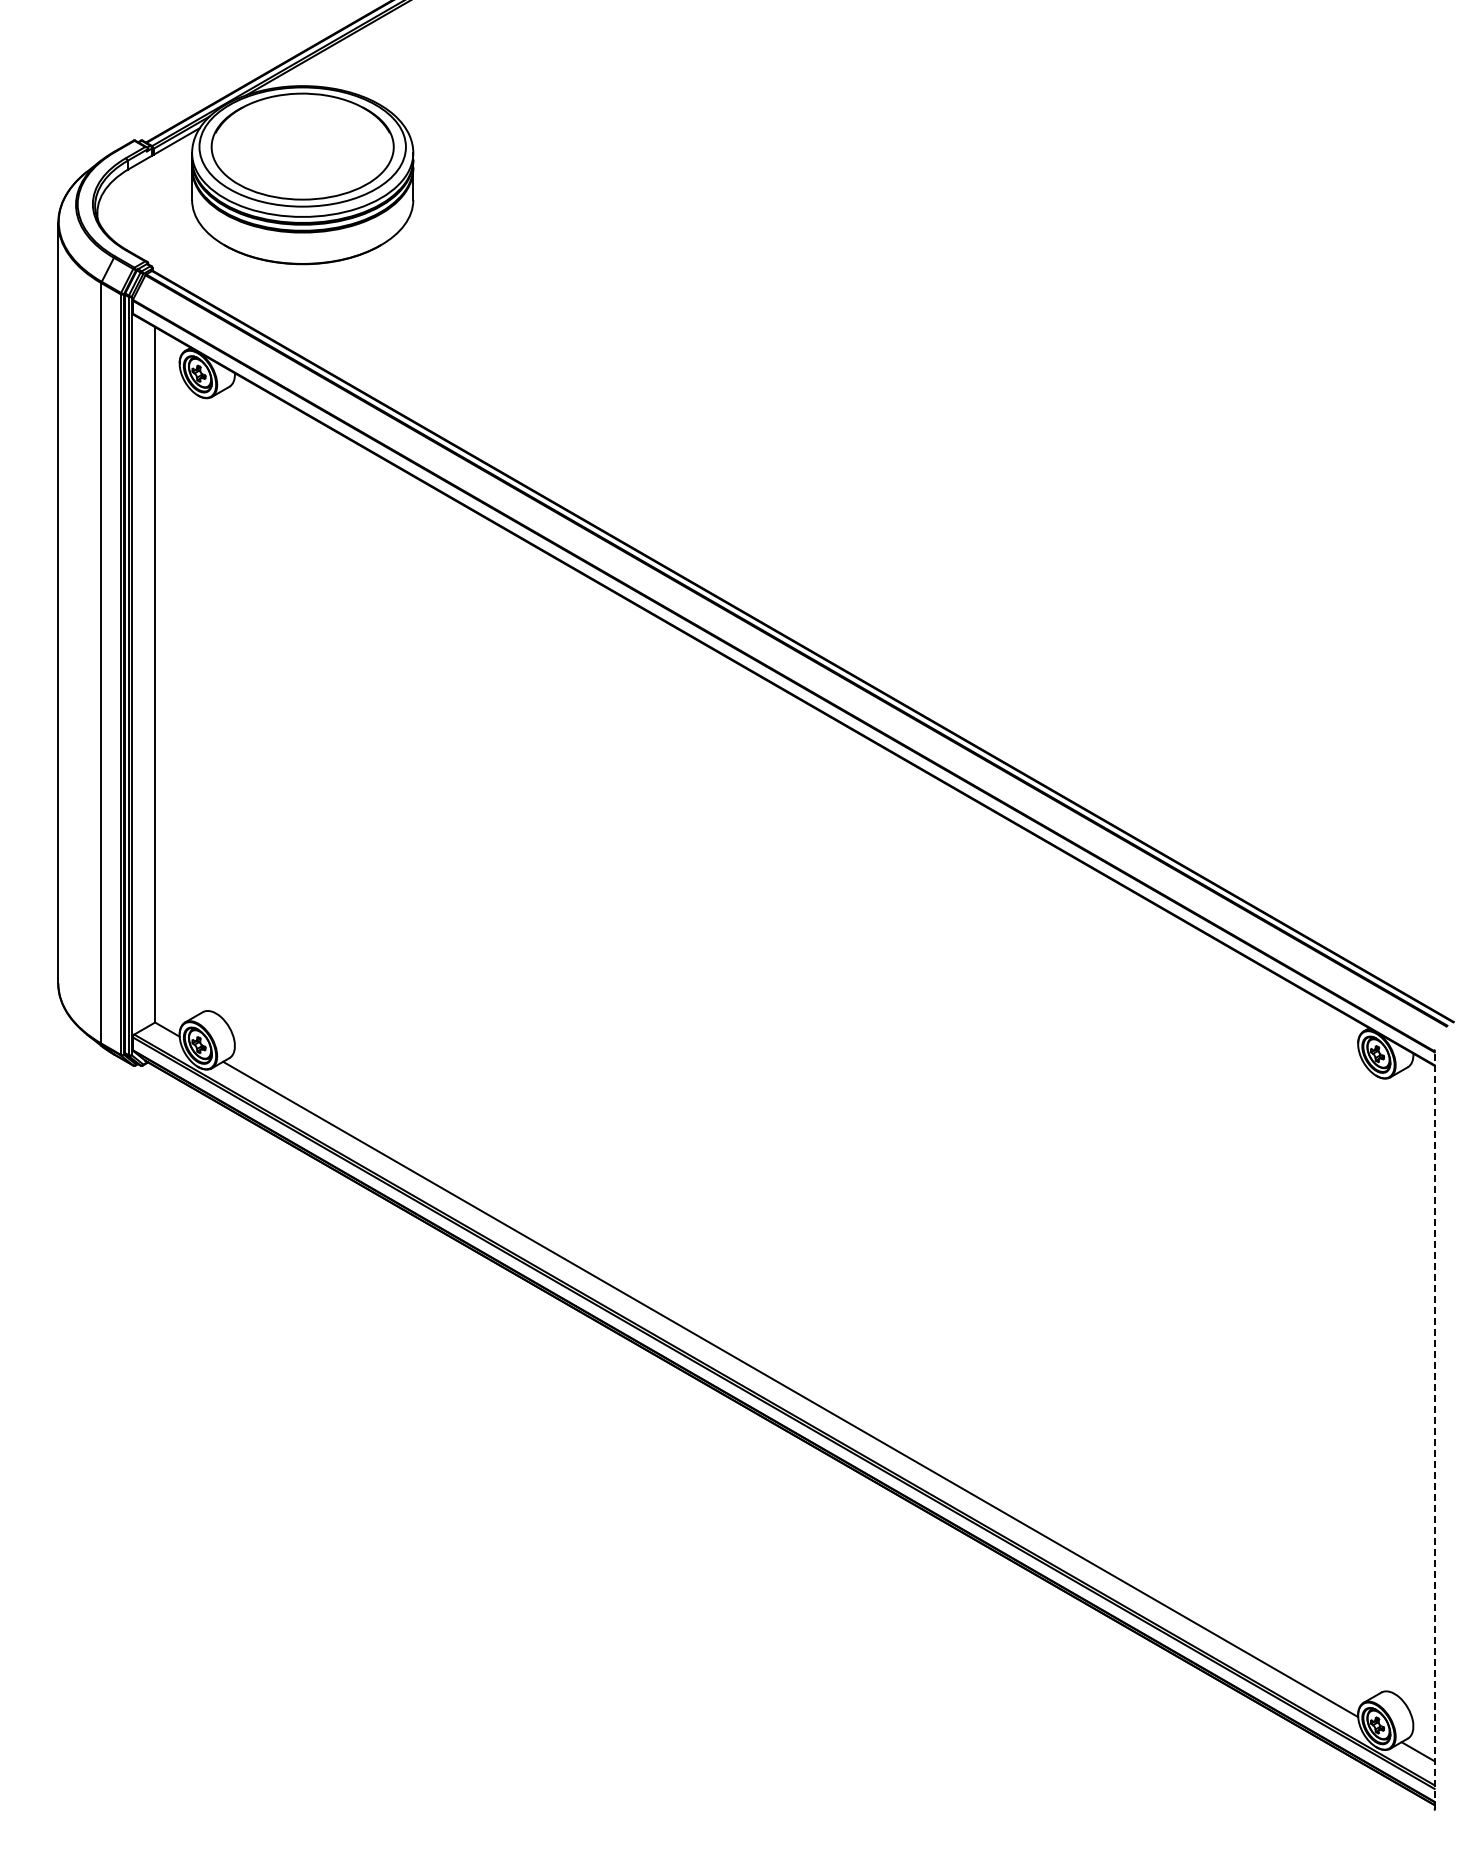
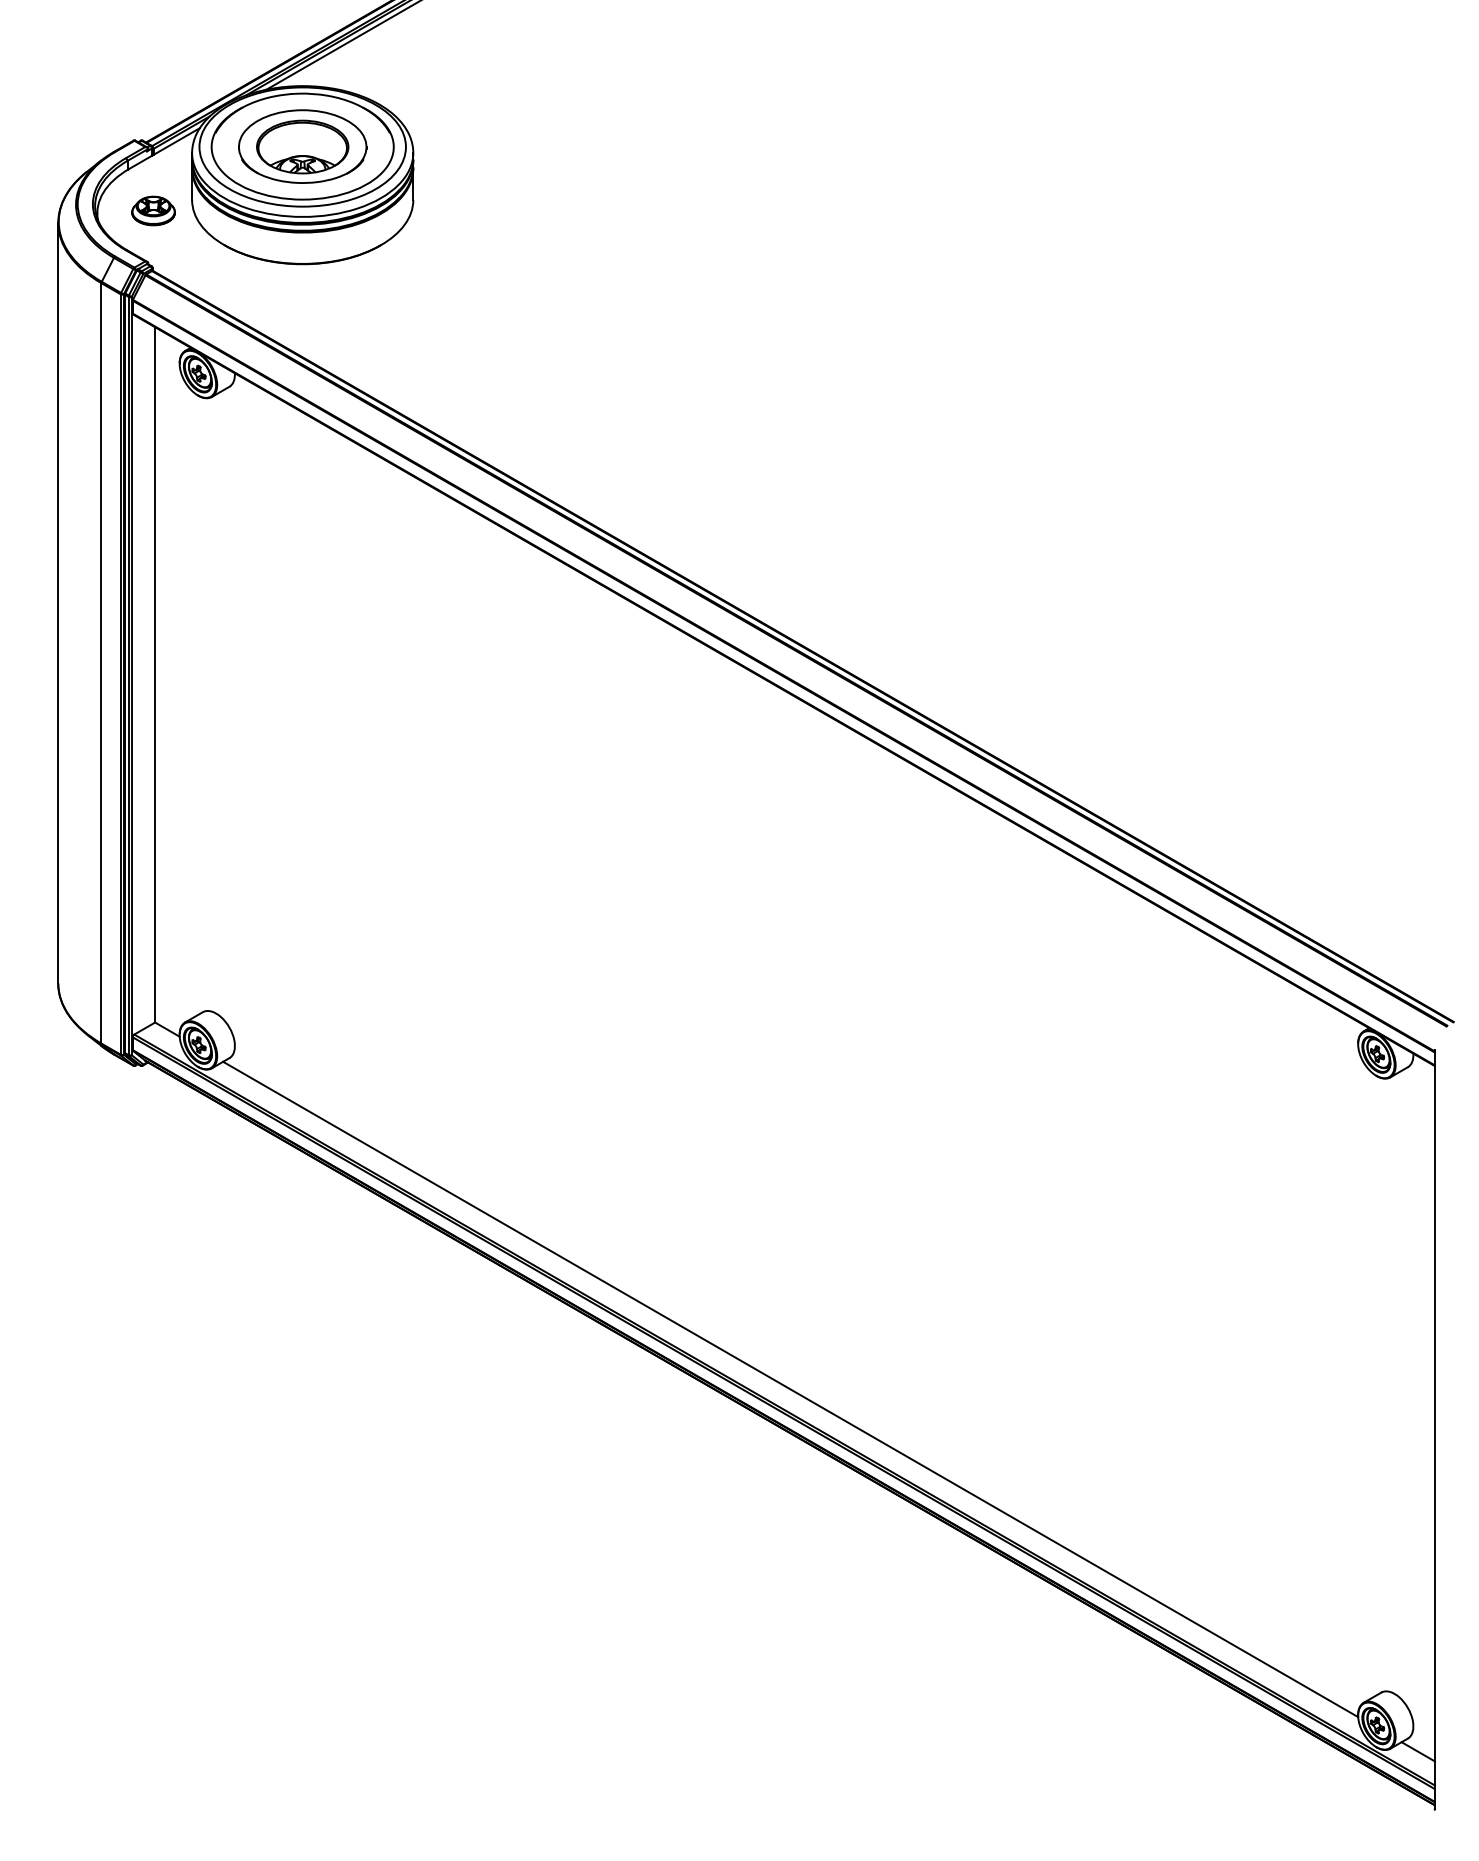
line at (342, 45): none -> present
part at (302, 146): none -> present
part at (153, 210): none -> present
line at (1434, 1429): dashed -> solid
